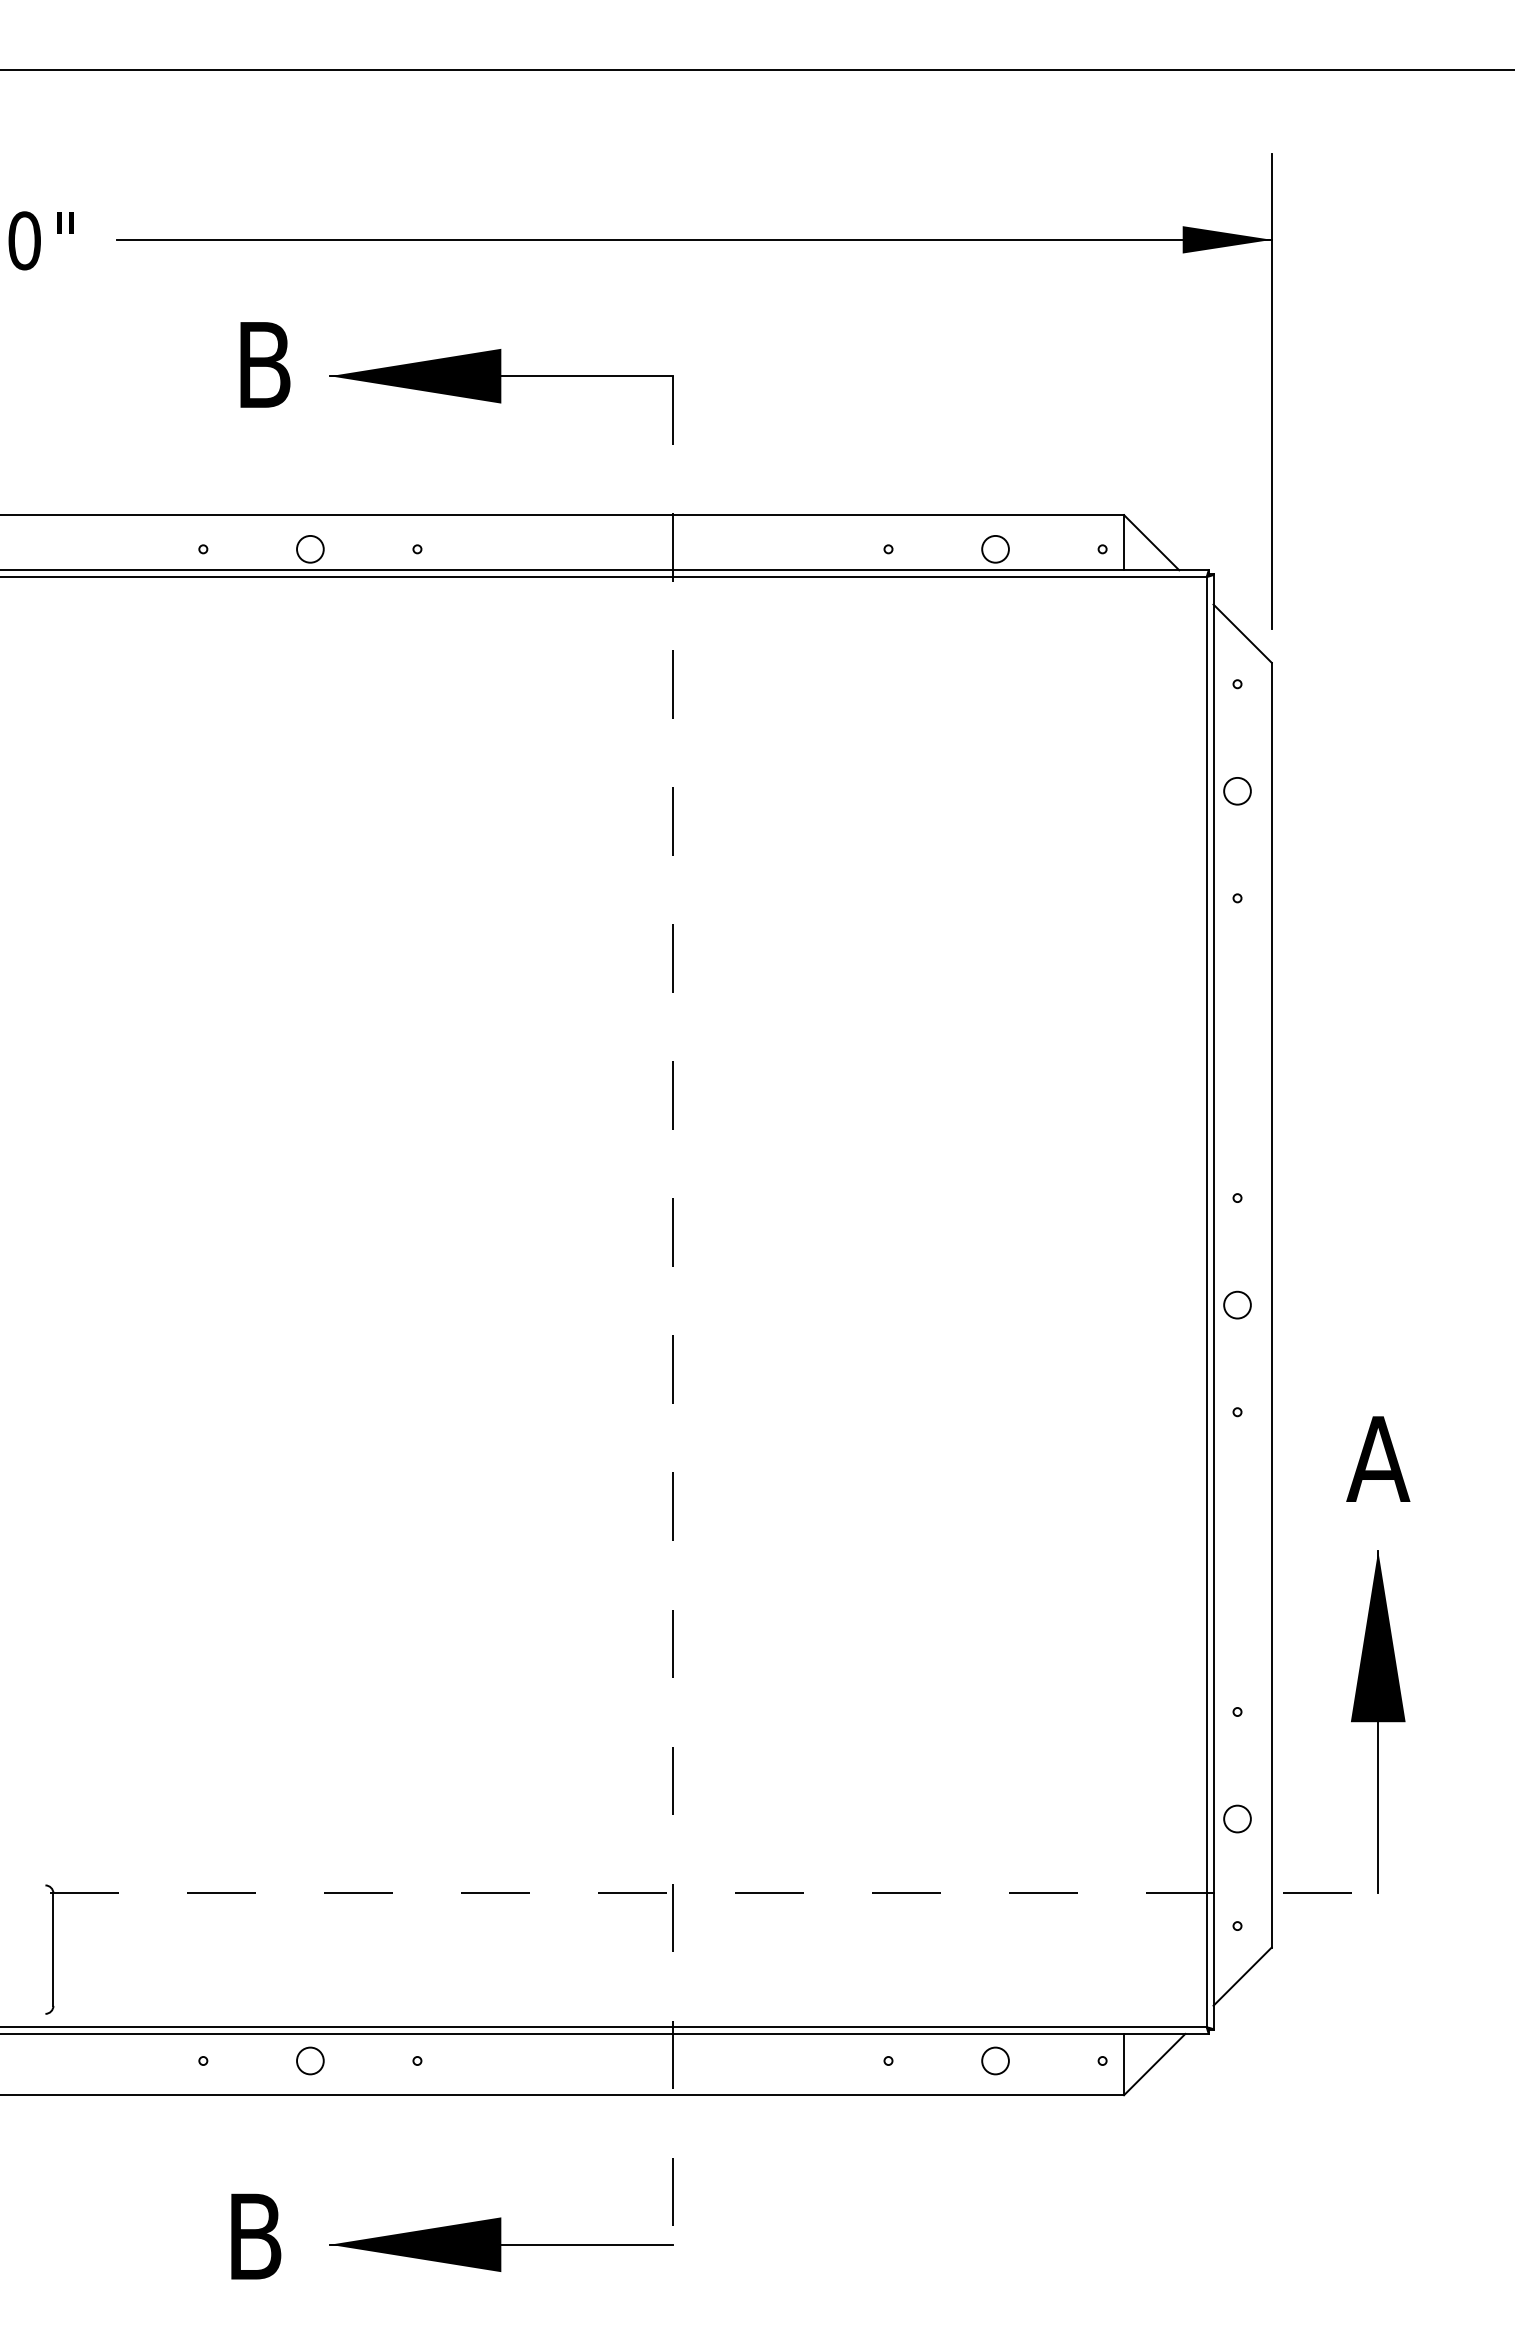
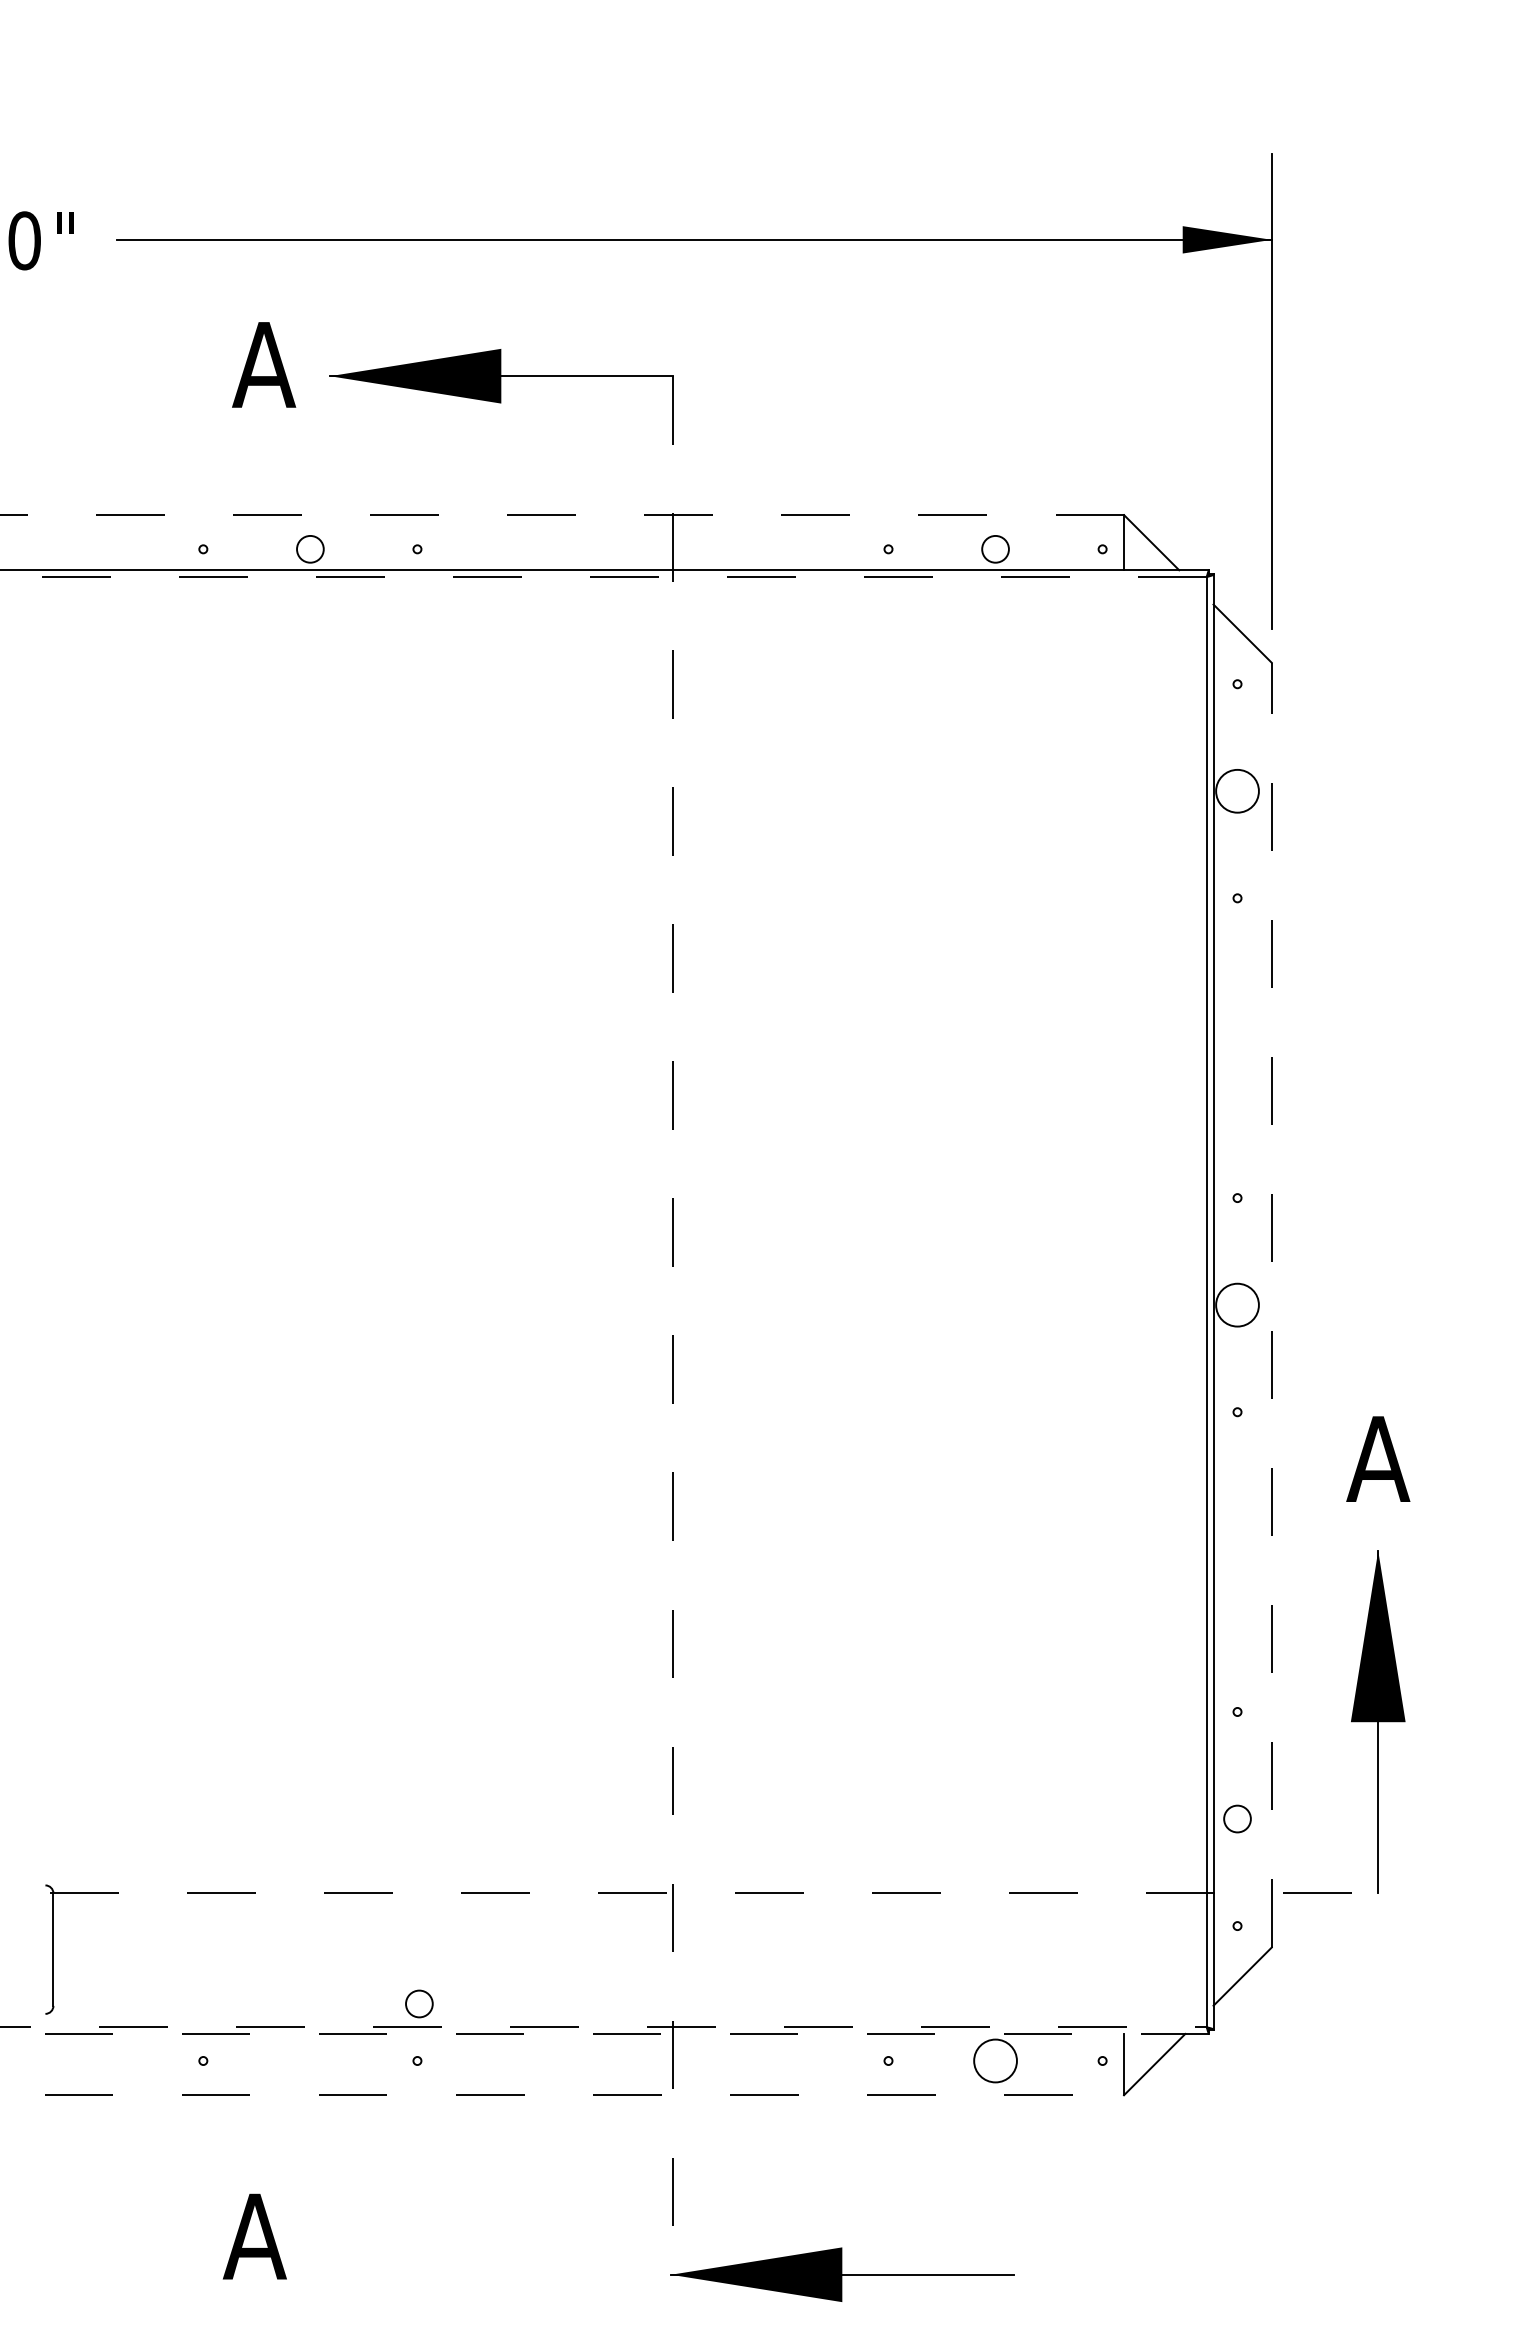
line at (756, 70): present -> none
text at (264, 364): B -> A
line at (562, 515): solid -> dashed
line at (603, 576): solid -> dashed
circle at (1237, 790) diameter: 27 px -> 43 px
circle at (1237, 1304) diameter: 27 px -> 43 px
line at (1271, 1304): solid -> dashed
line at (604, 2027): solid -> dashed
line at (604, 2033): solid -> dashed
circle at (310, 2060) position: (310, 2060) -> (419, 2003)
circle at (995, 2060) diameter: 27 px -> 43 px
line at (562, 2095): solid -> dashed
text at (254, 2236): B -> A
part at (501, 2244) position: (501, 2244) -> (842, 2274)
